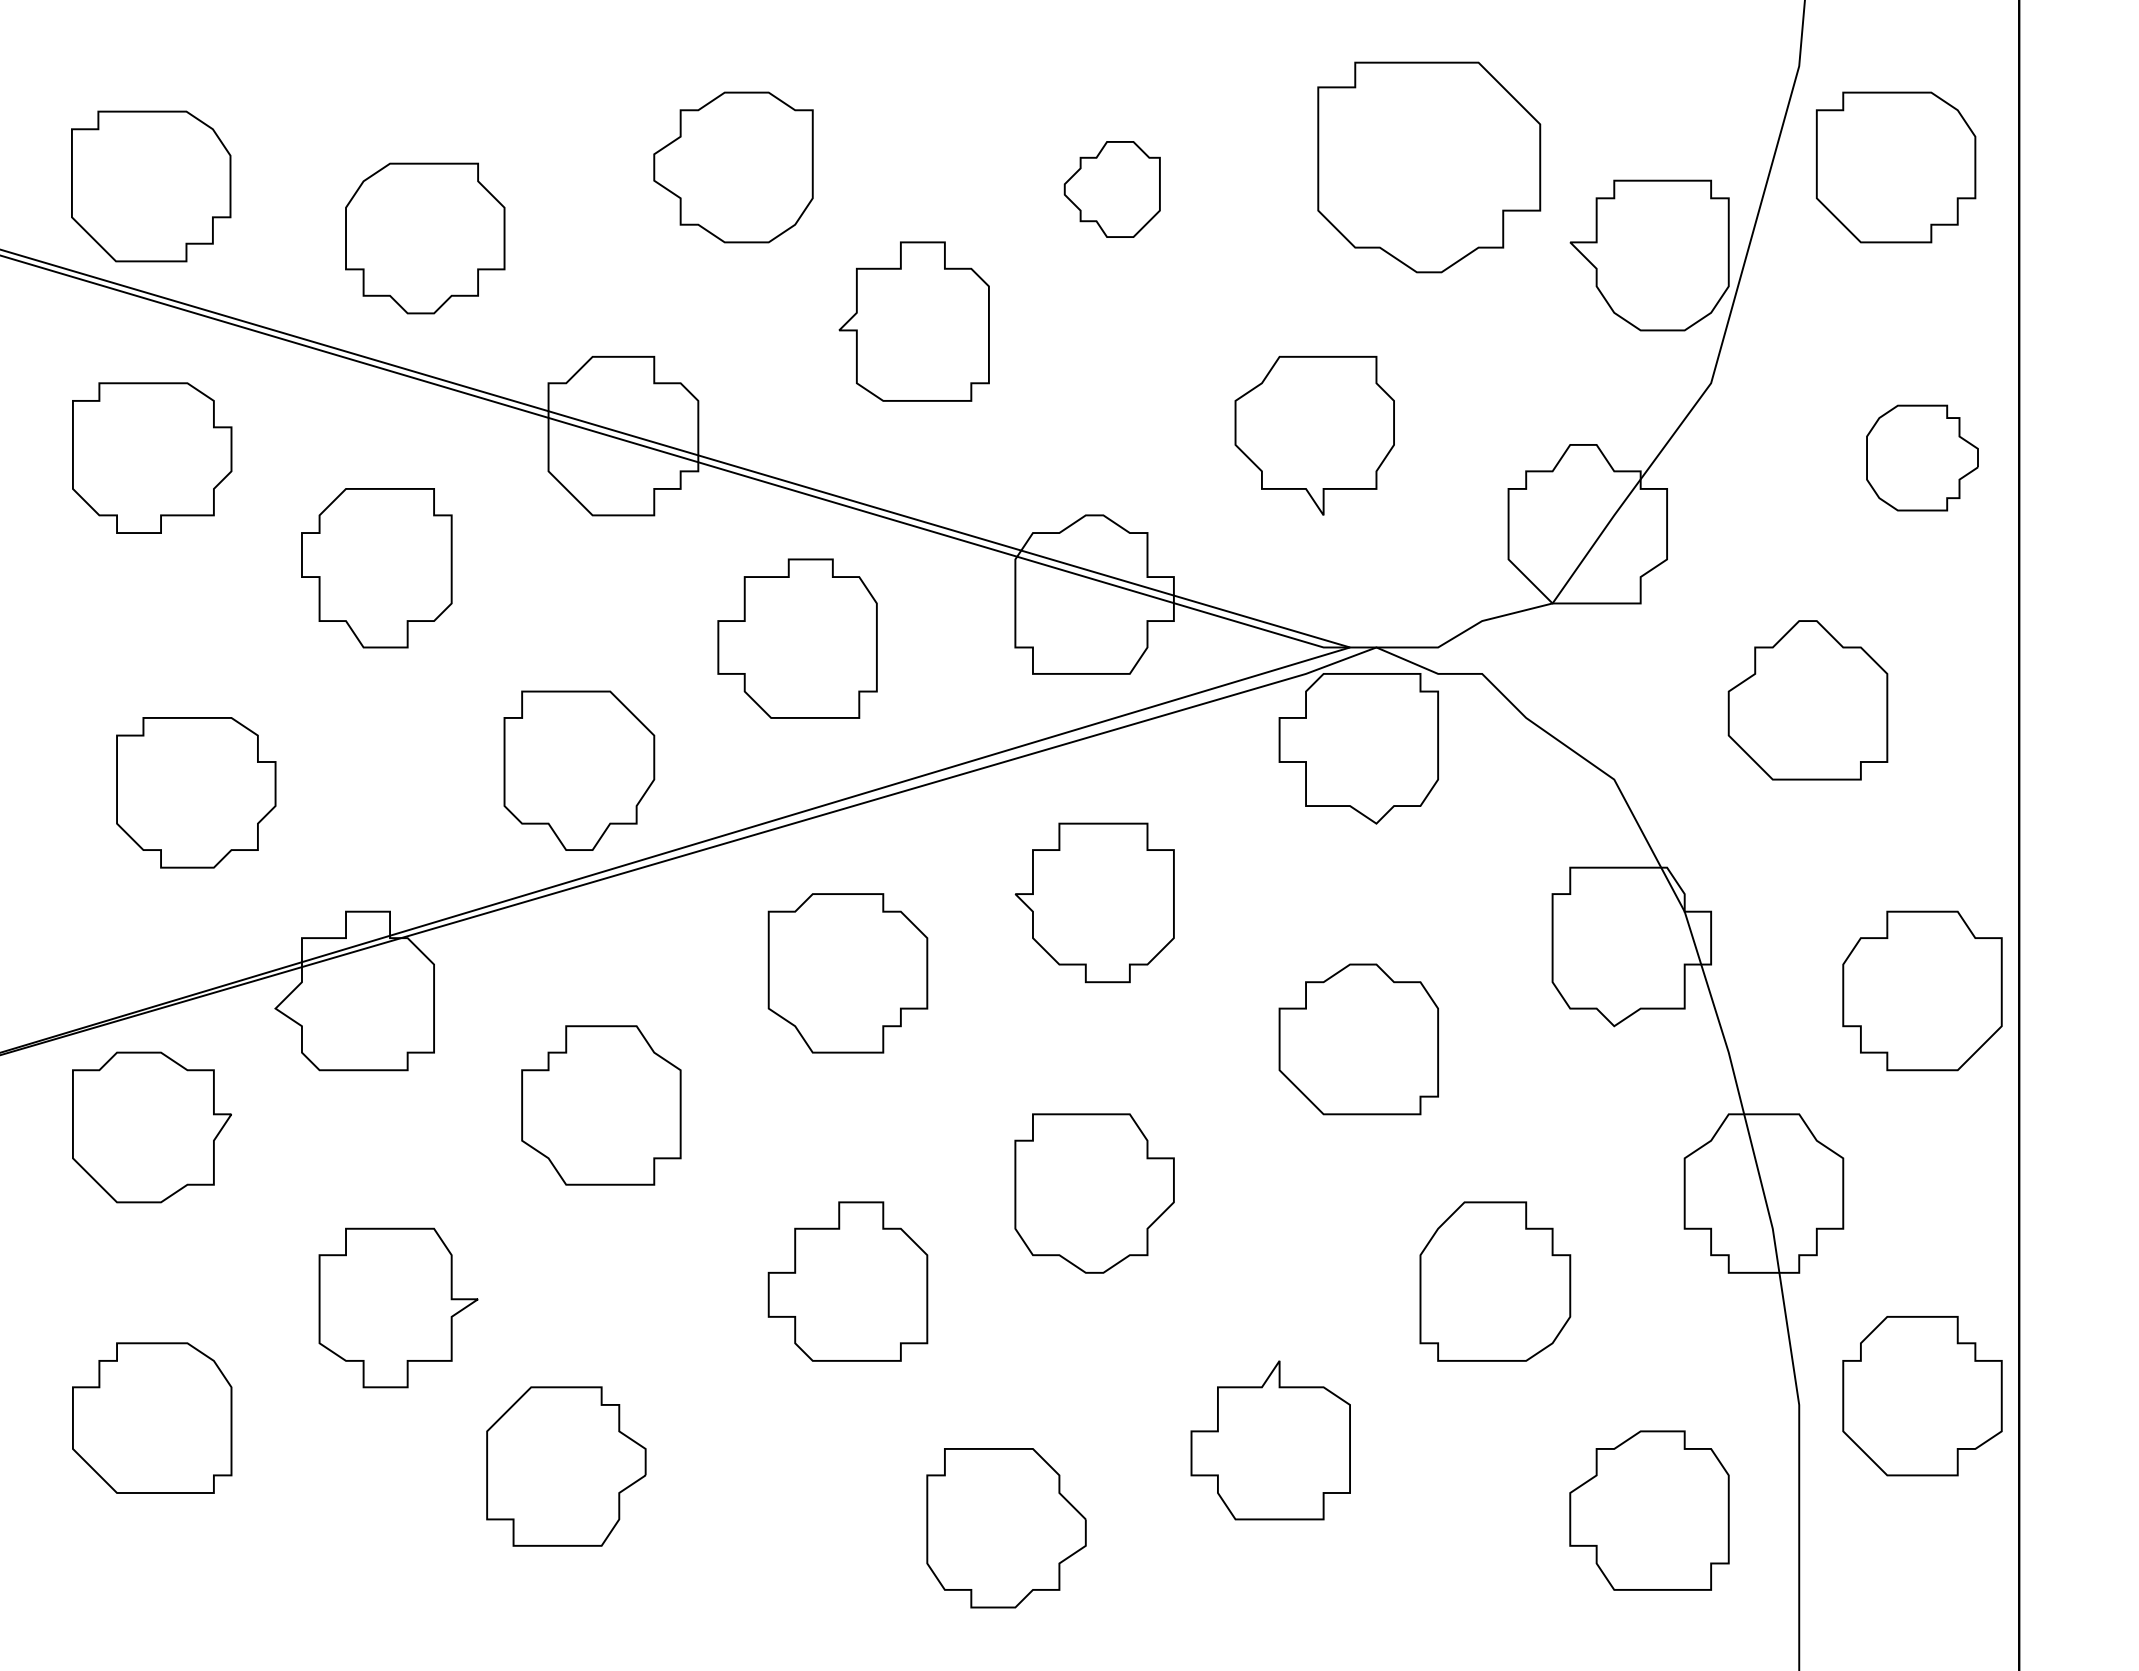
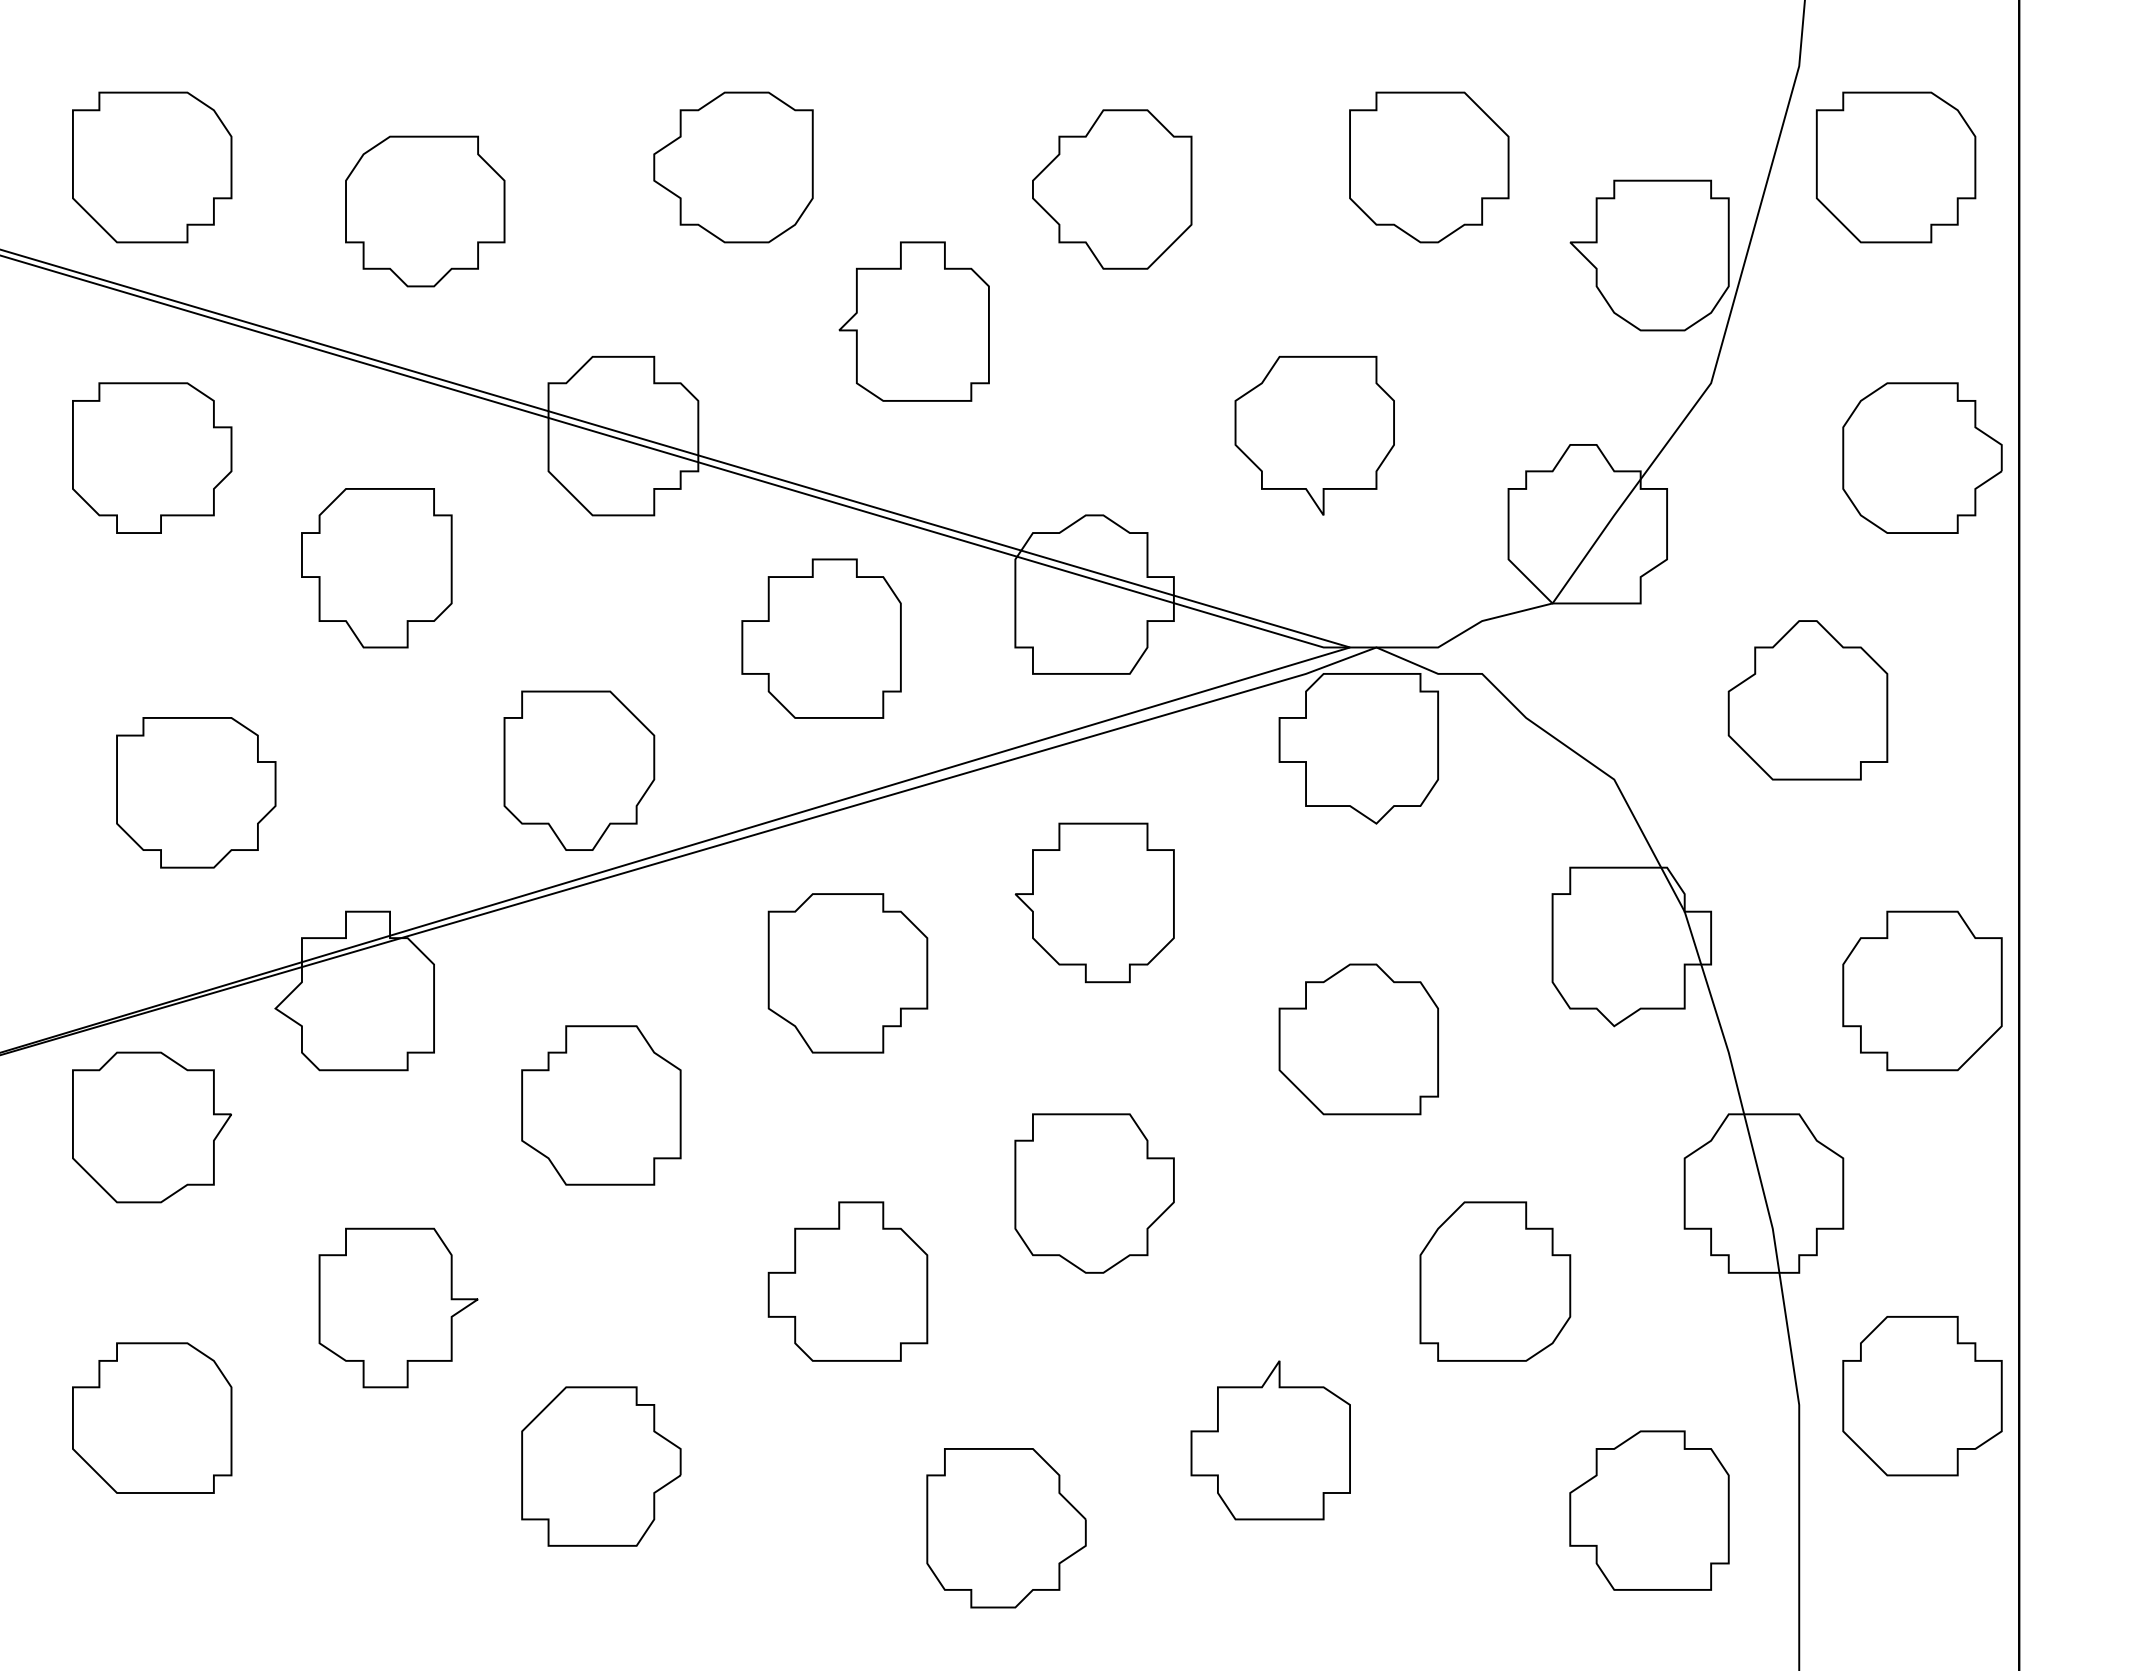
part at (1429, 167) size: 225x213 px -> 161x153 px
part at (151, 186) position: (151, 186) -> (152, 167)
part at (1111, 189) size: 98x97 px -> 161x161 px
part at (425, 238) position: (425, 238) -> (425, 211)
part at (1922, 457) size: 113x108 px -> 161x152 px
part at (797, 638) position: (797, 638) -> (821, 638)
part at (566, 1466) position: (566, 1466) -> (601, 1466)
